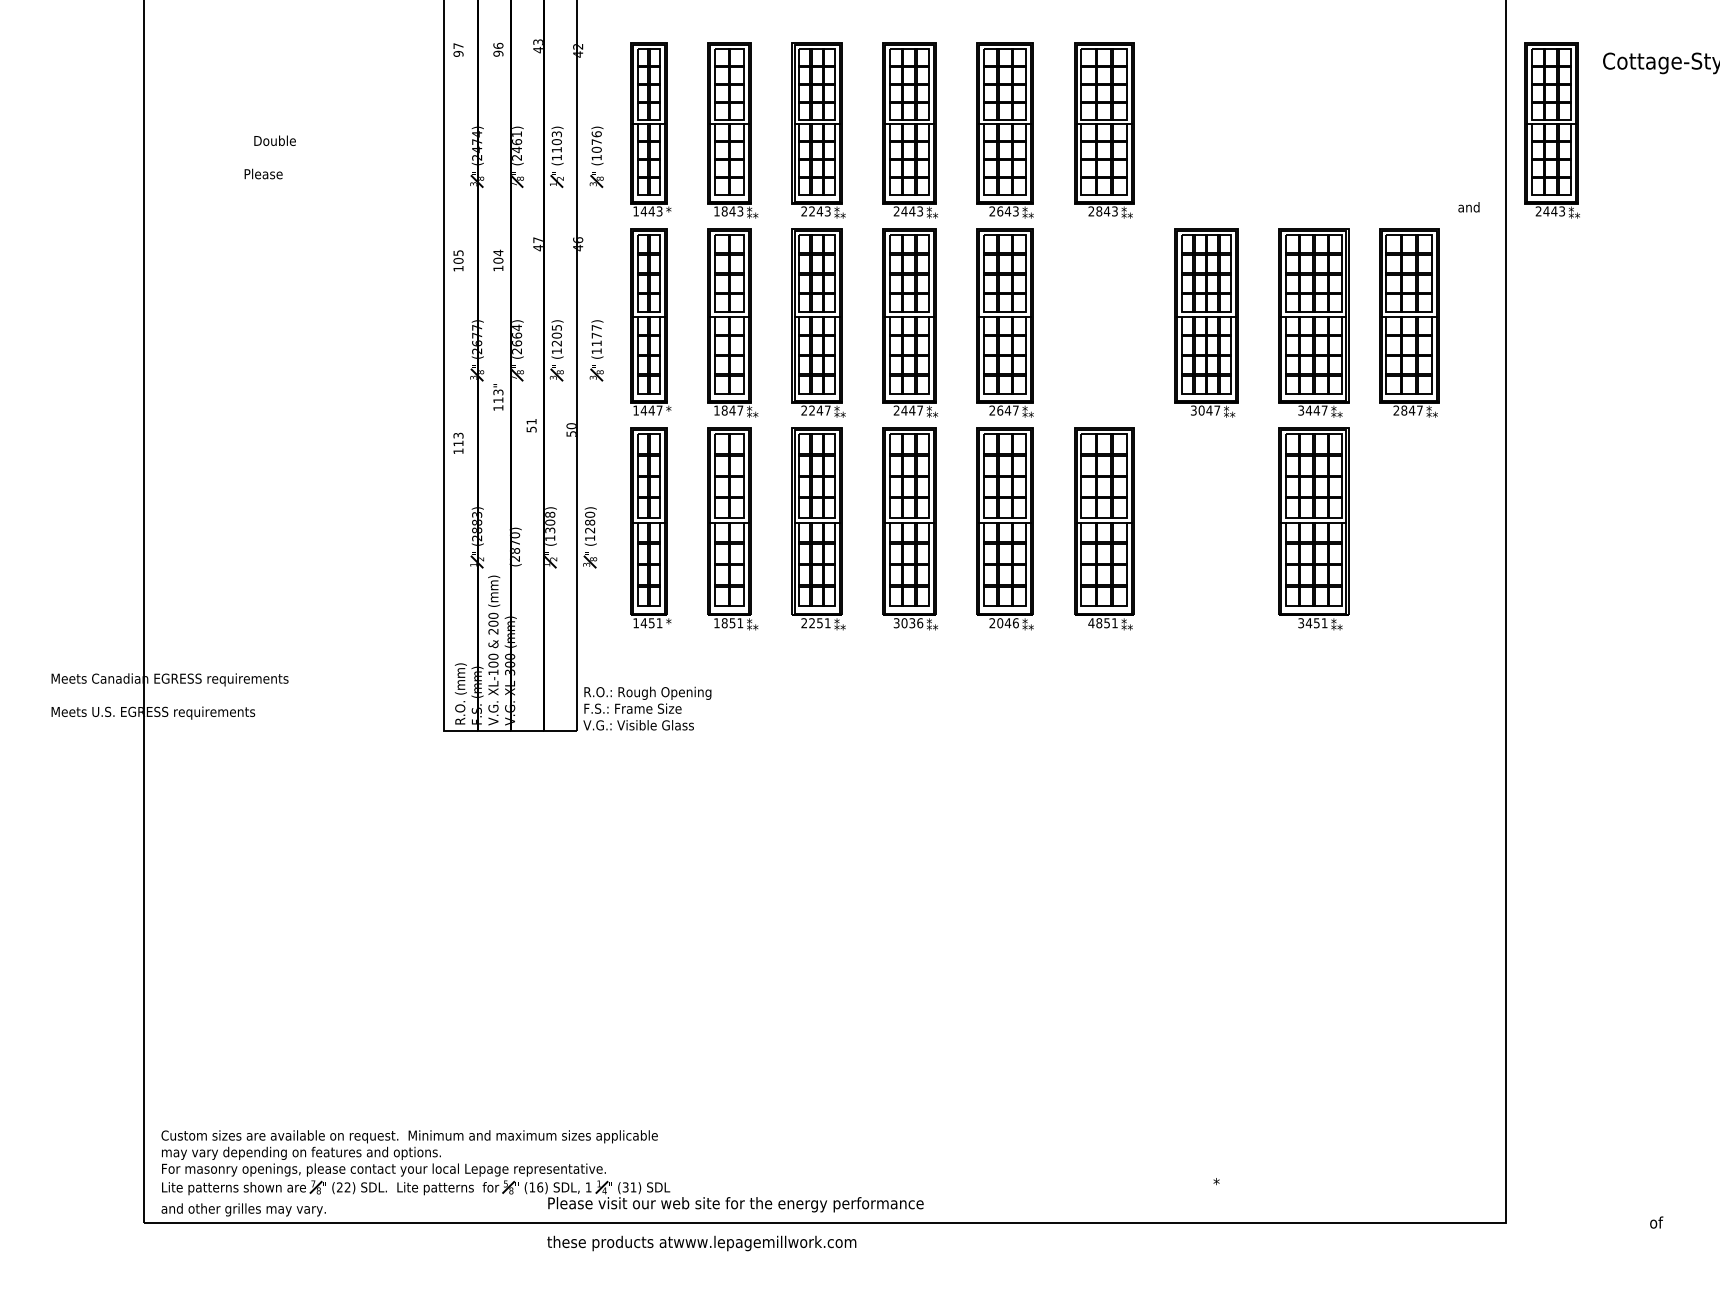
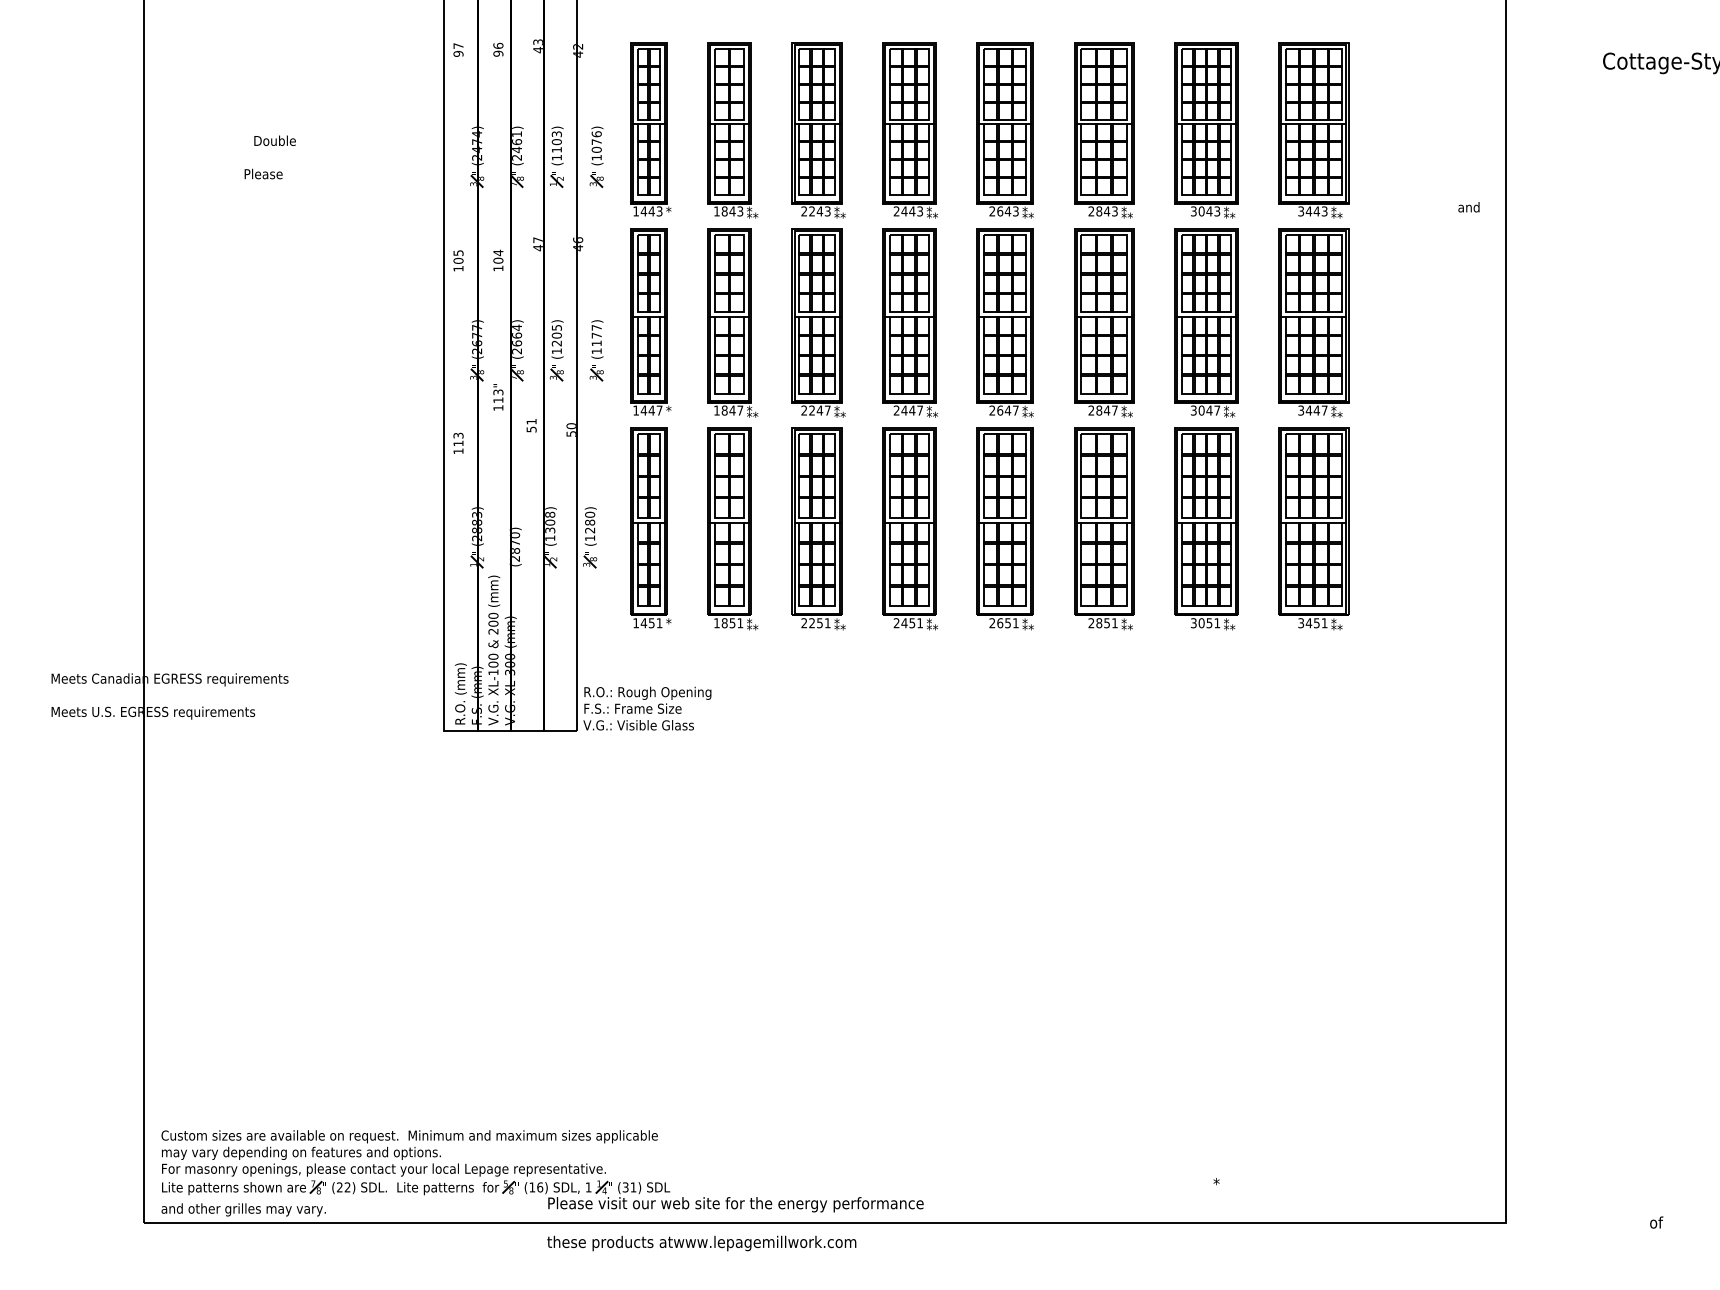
part at (1206, 130): none -> present
part at (1313, 130): none -> present
part at (1551, 130): present -> none
part at (1409, 322) position: (1409, 322) -> (1104, 322)
part at (1206, 528): none -> present
text at (908, 623): 3036 -> 2451
text at (1007, 623): 2046 -> 2651
text at (1091, 623): 4851 -> 2851
